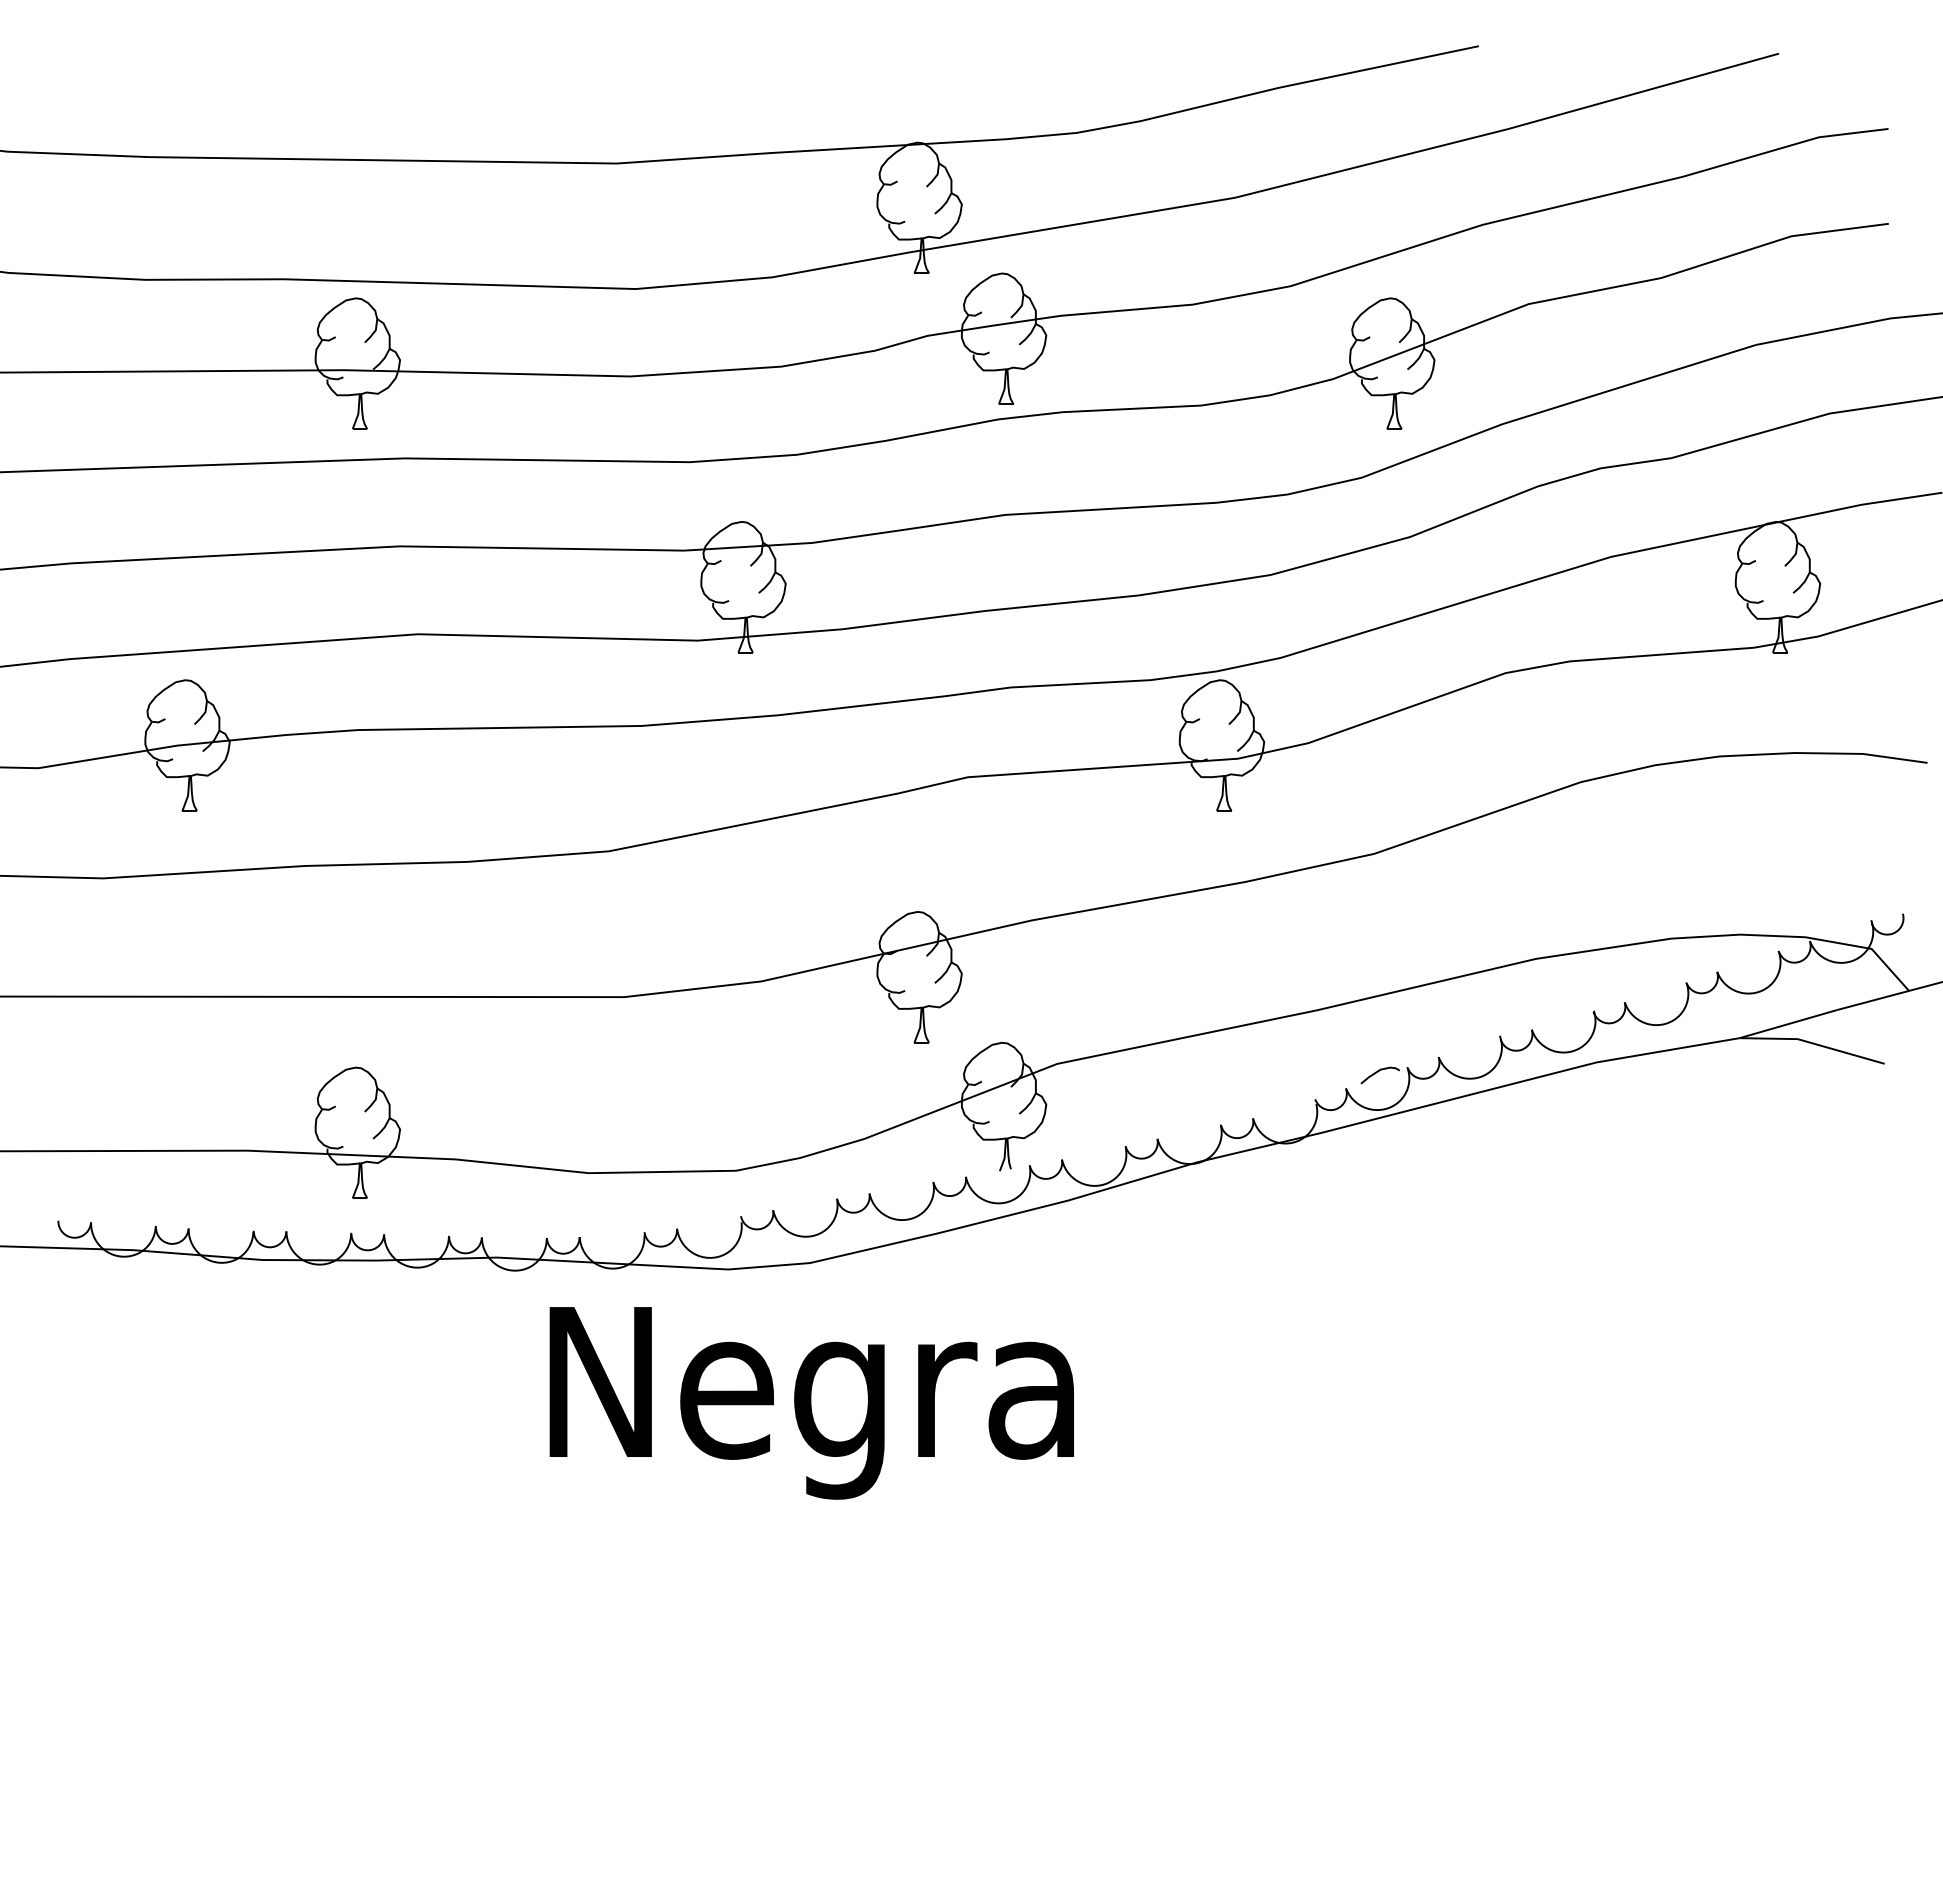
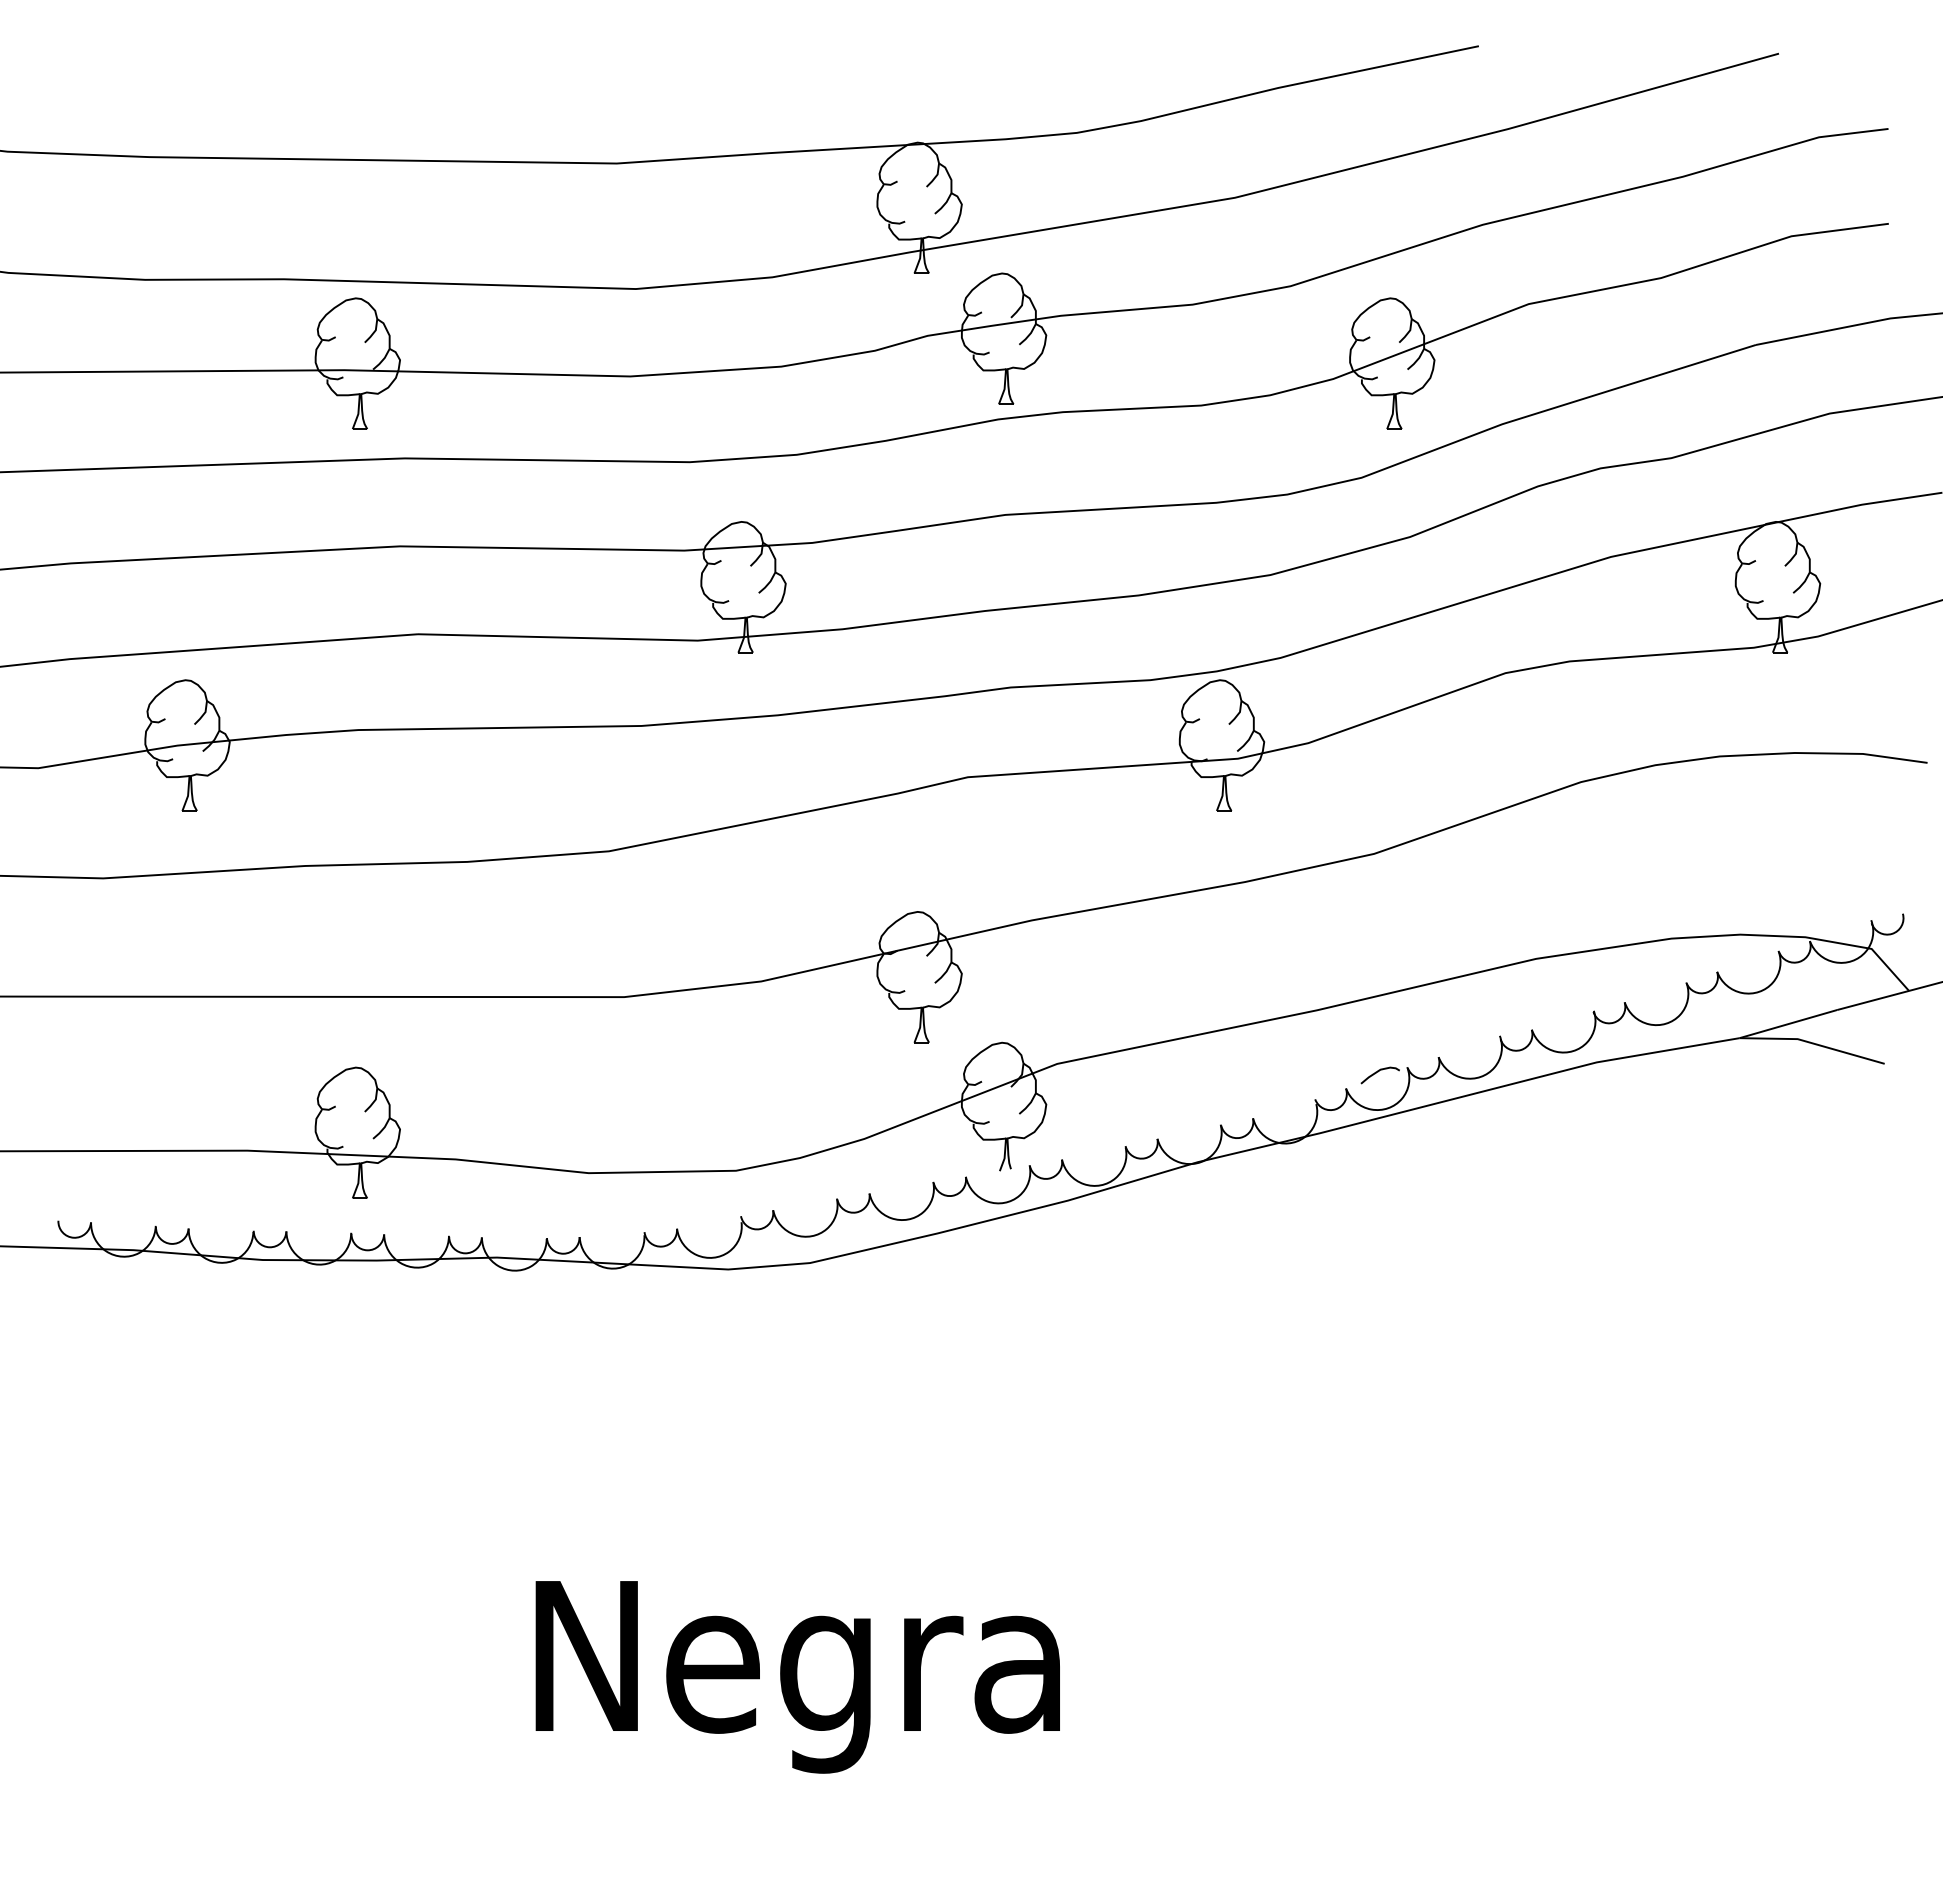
text at (811, 1403) position: (811, 1403) -> (797, 1677)
